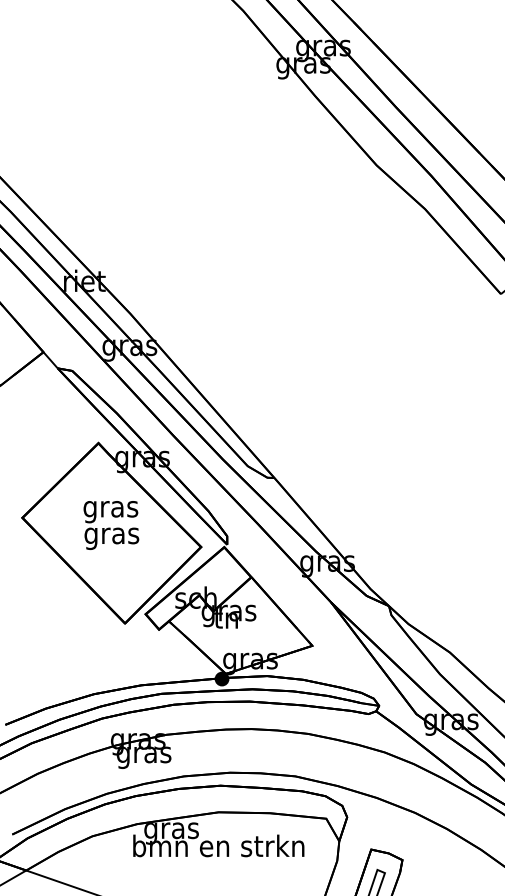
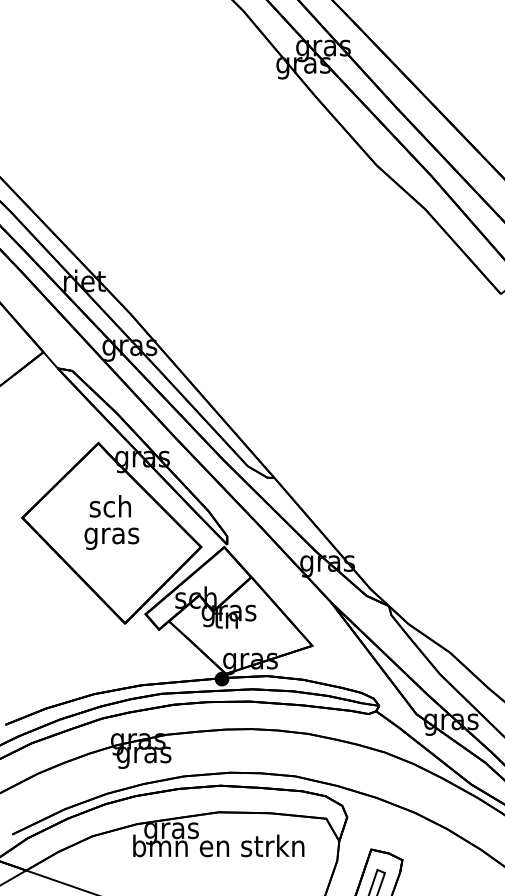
text at (110, 509): gras -> sch
